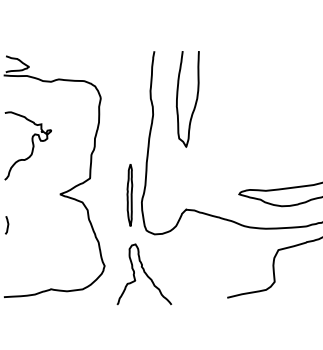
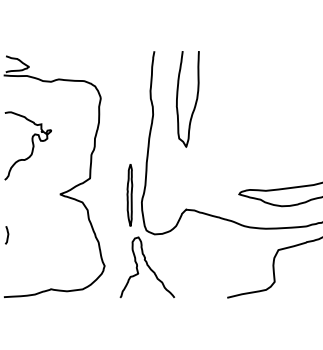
curve at (7, 225) position: (7, 225) -> (7, 235)
curve at (144, 273) position: (144, 273) -> (147, 266)
